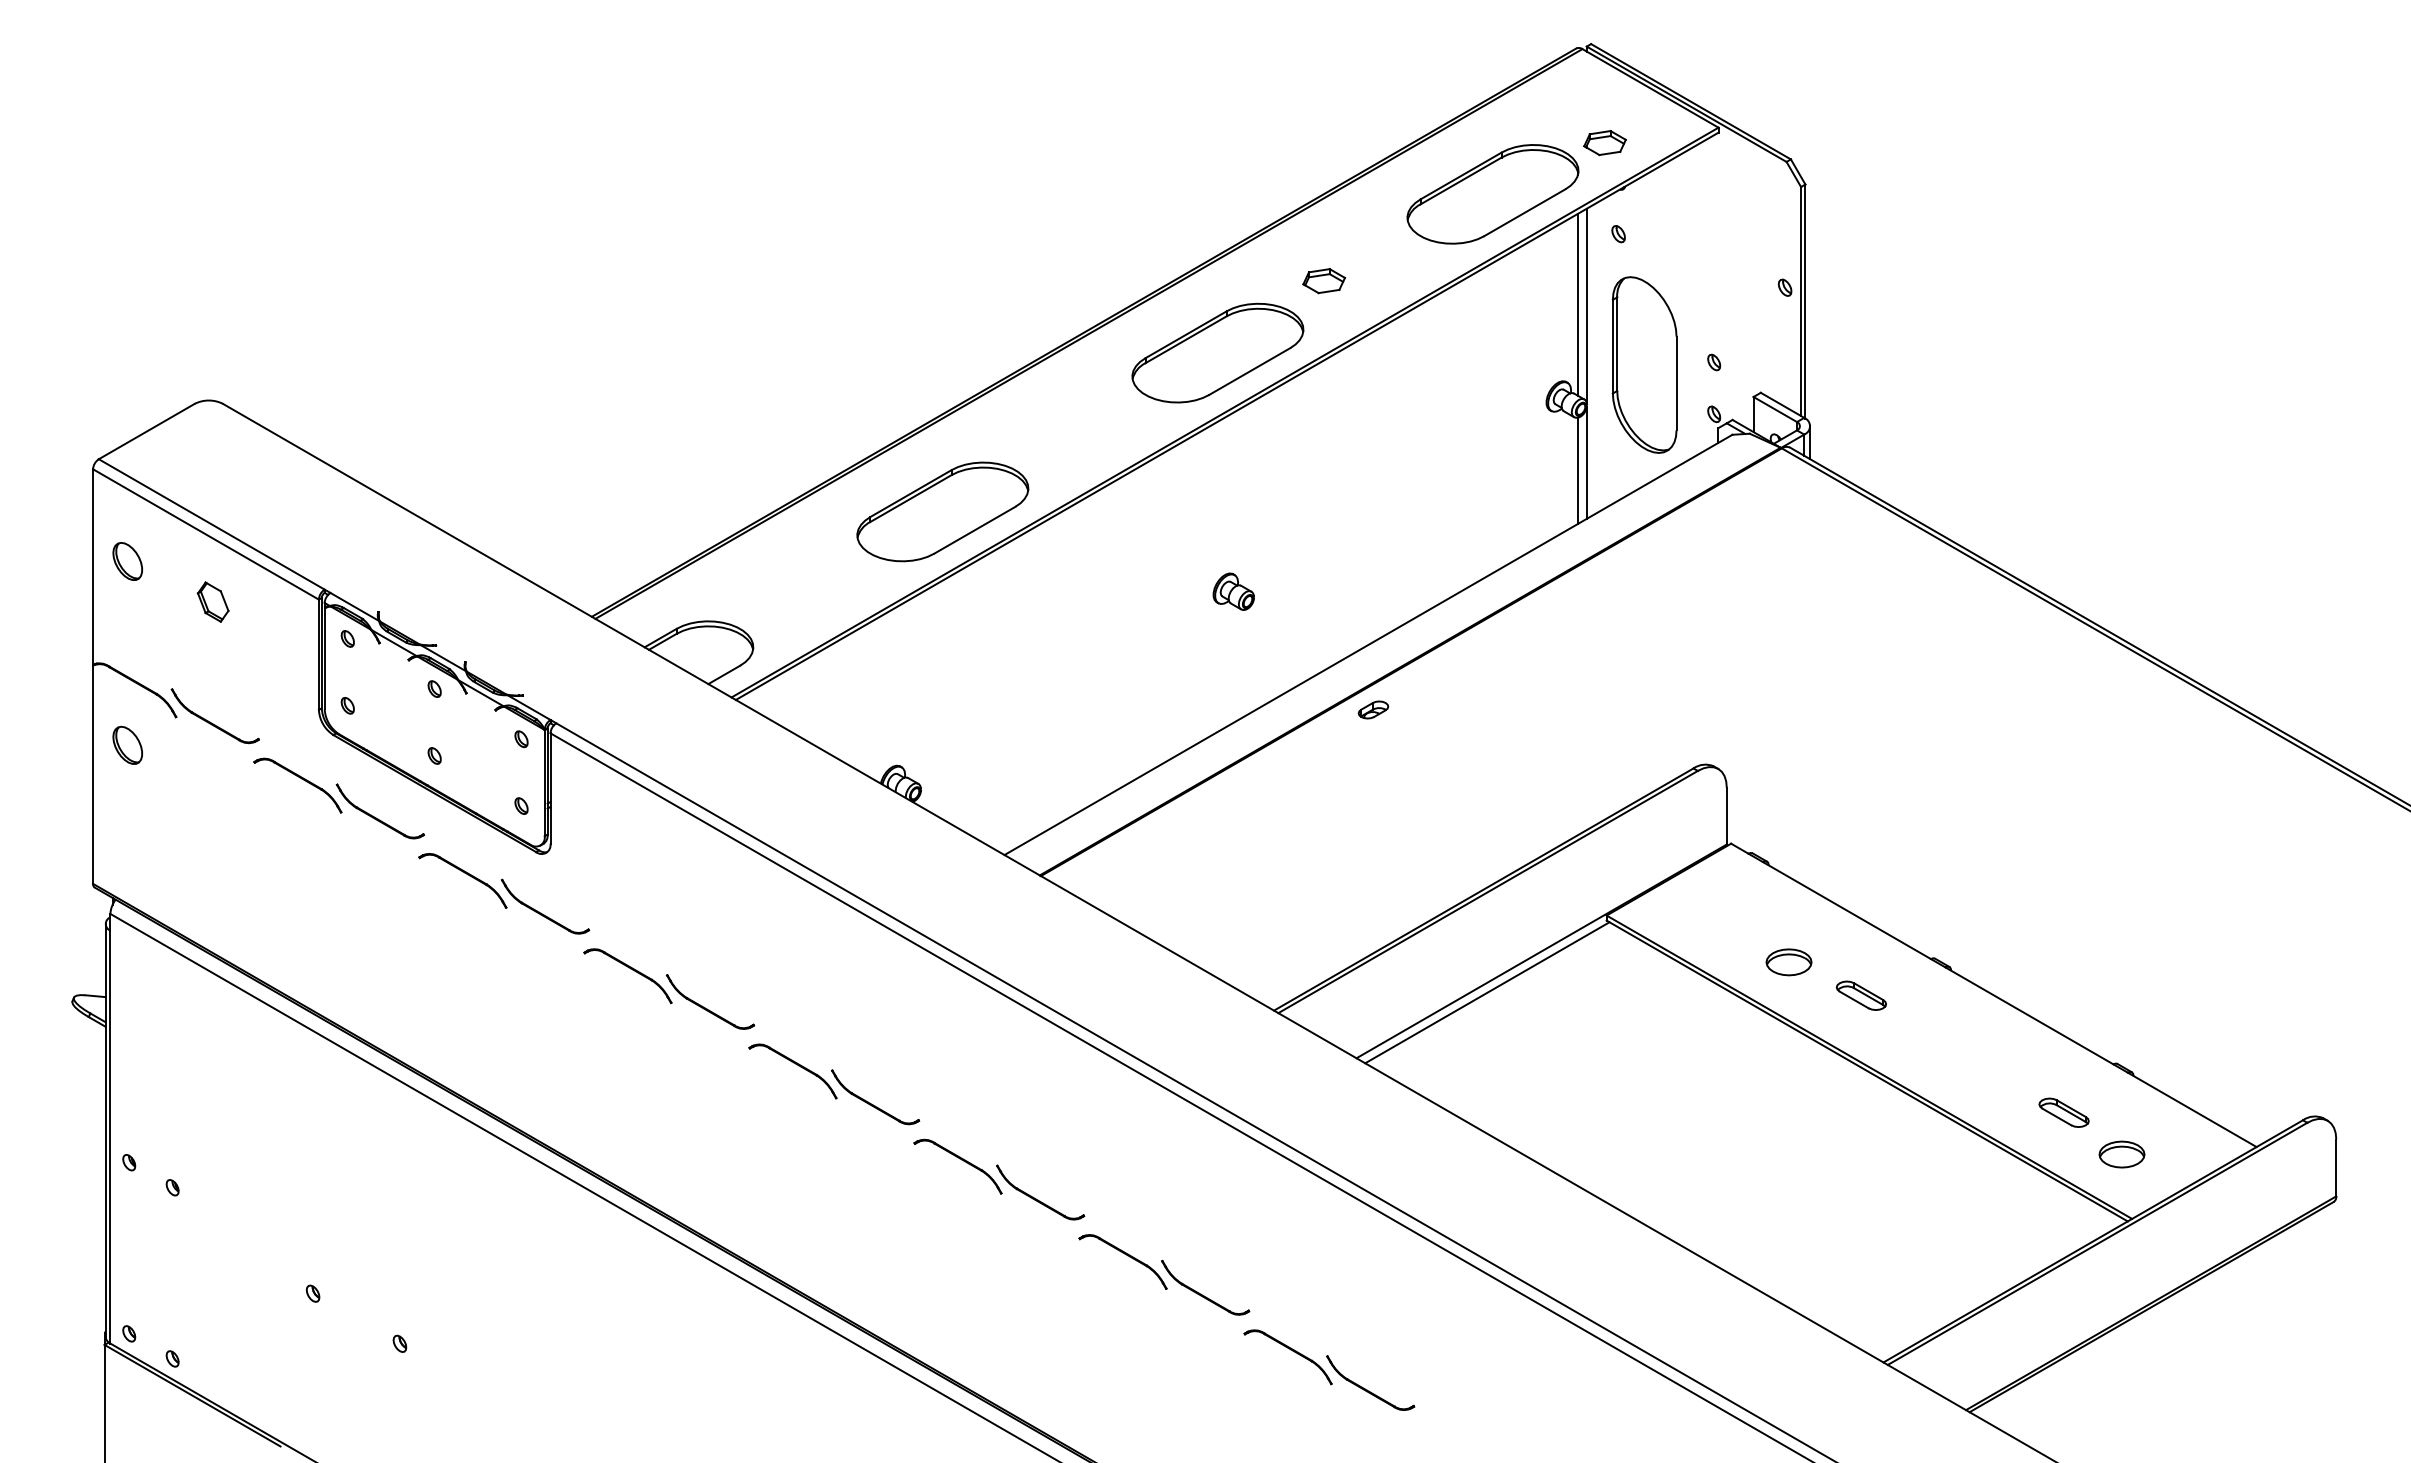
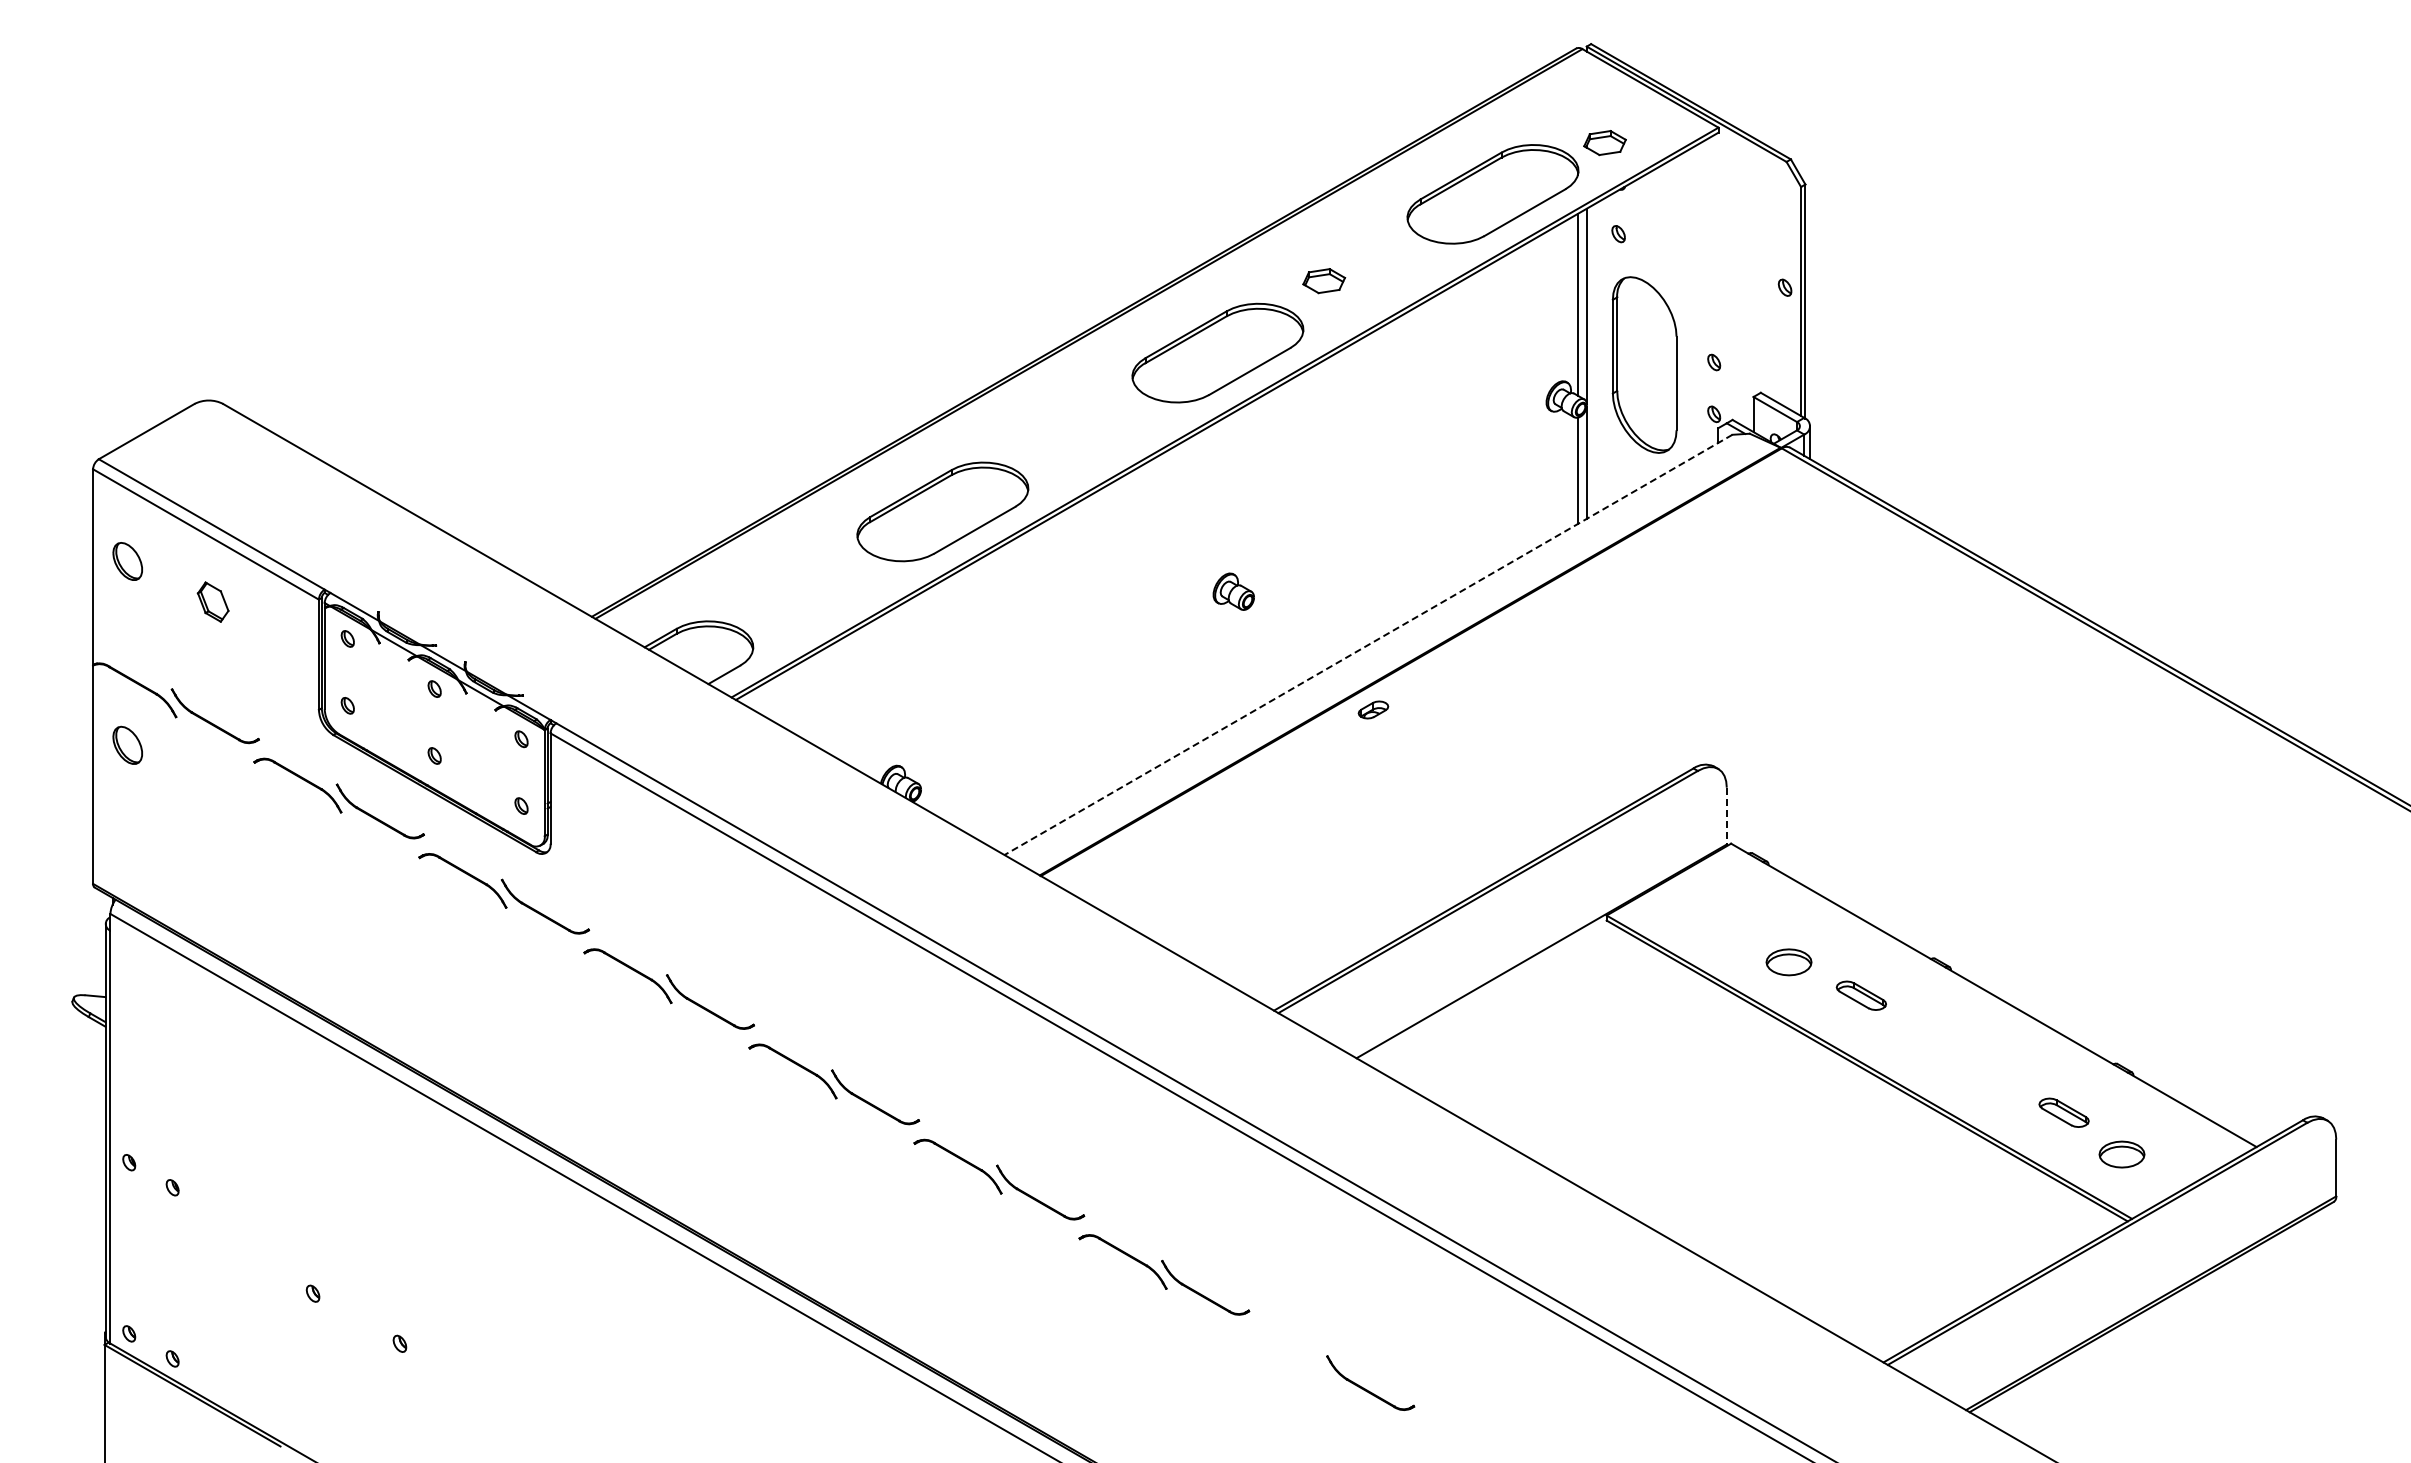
line at (1368, 645): solid -> dashed
line at (1726, 816): solid -> dashed
line at (1487, 992): present -> none
part at (1290, 1350): present -> none
